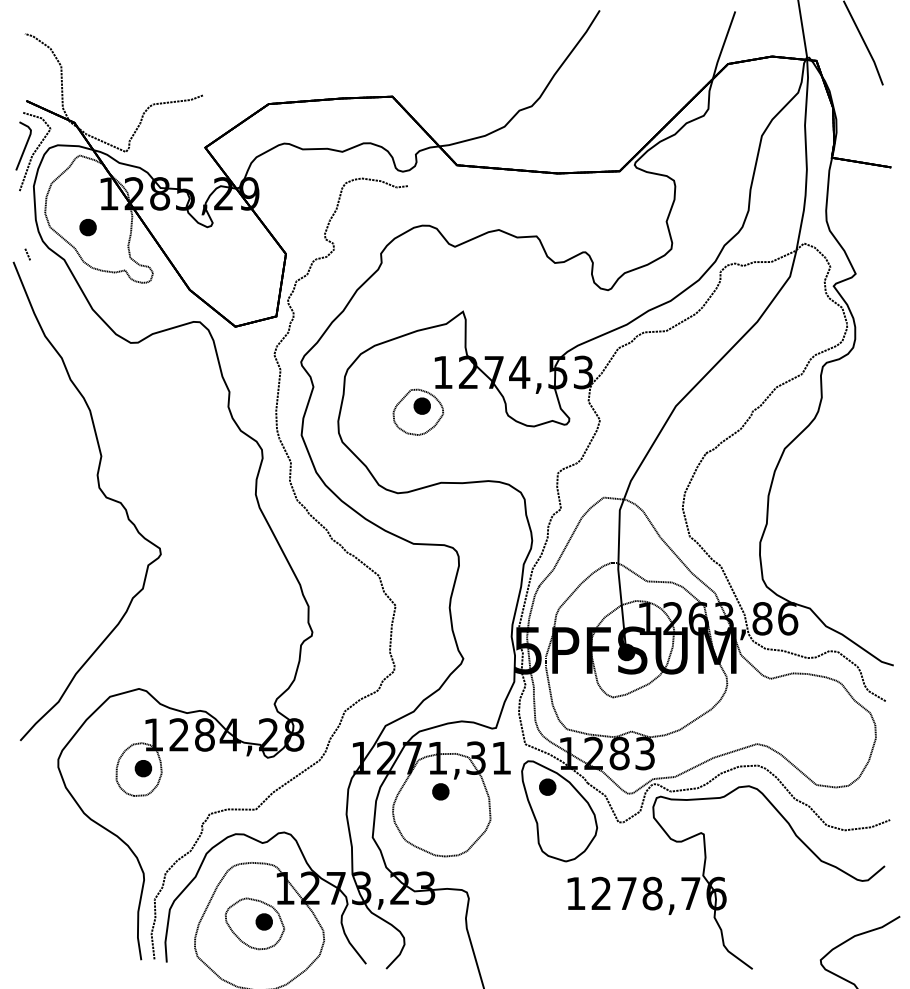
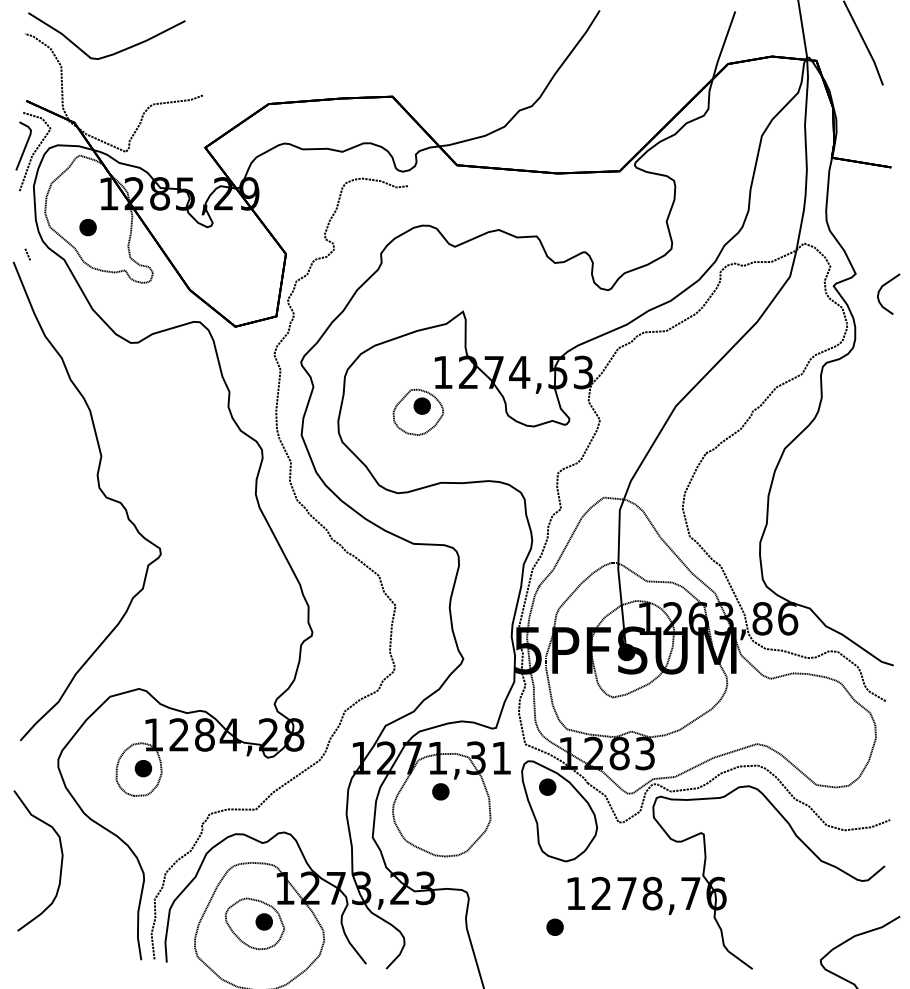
curve at (112, 53): none -> present
curve at (881, 289): none -> present
curve at (60, 864): none -> present
part at (554, 926): none -> present
